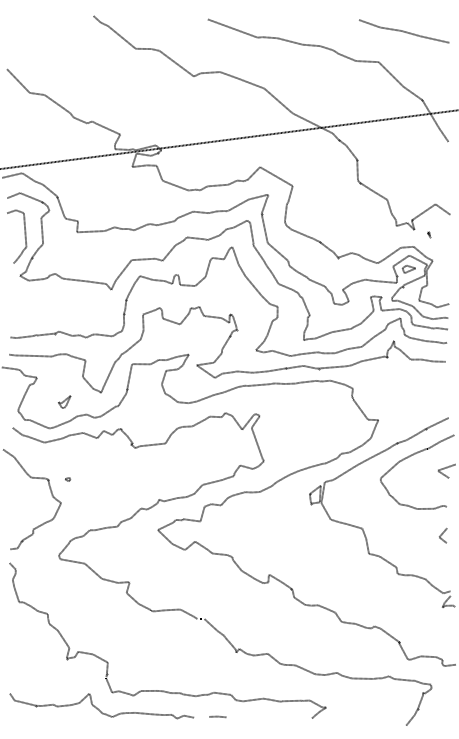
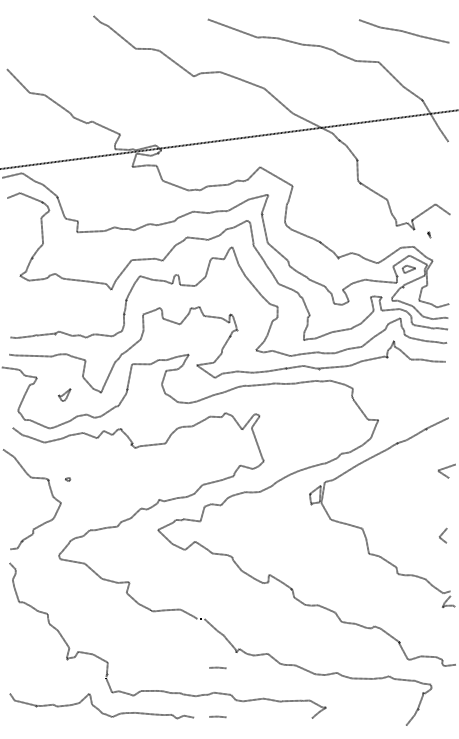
curve at (24, 236): present -> none
part at (64, 401) position: (64, 401) -> (64, 394)
curve at (409, 457): present -> none
line at (217, 667): none -> present
